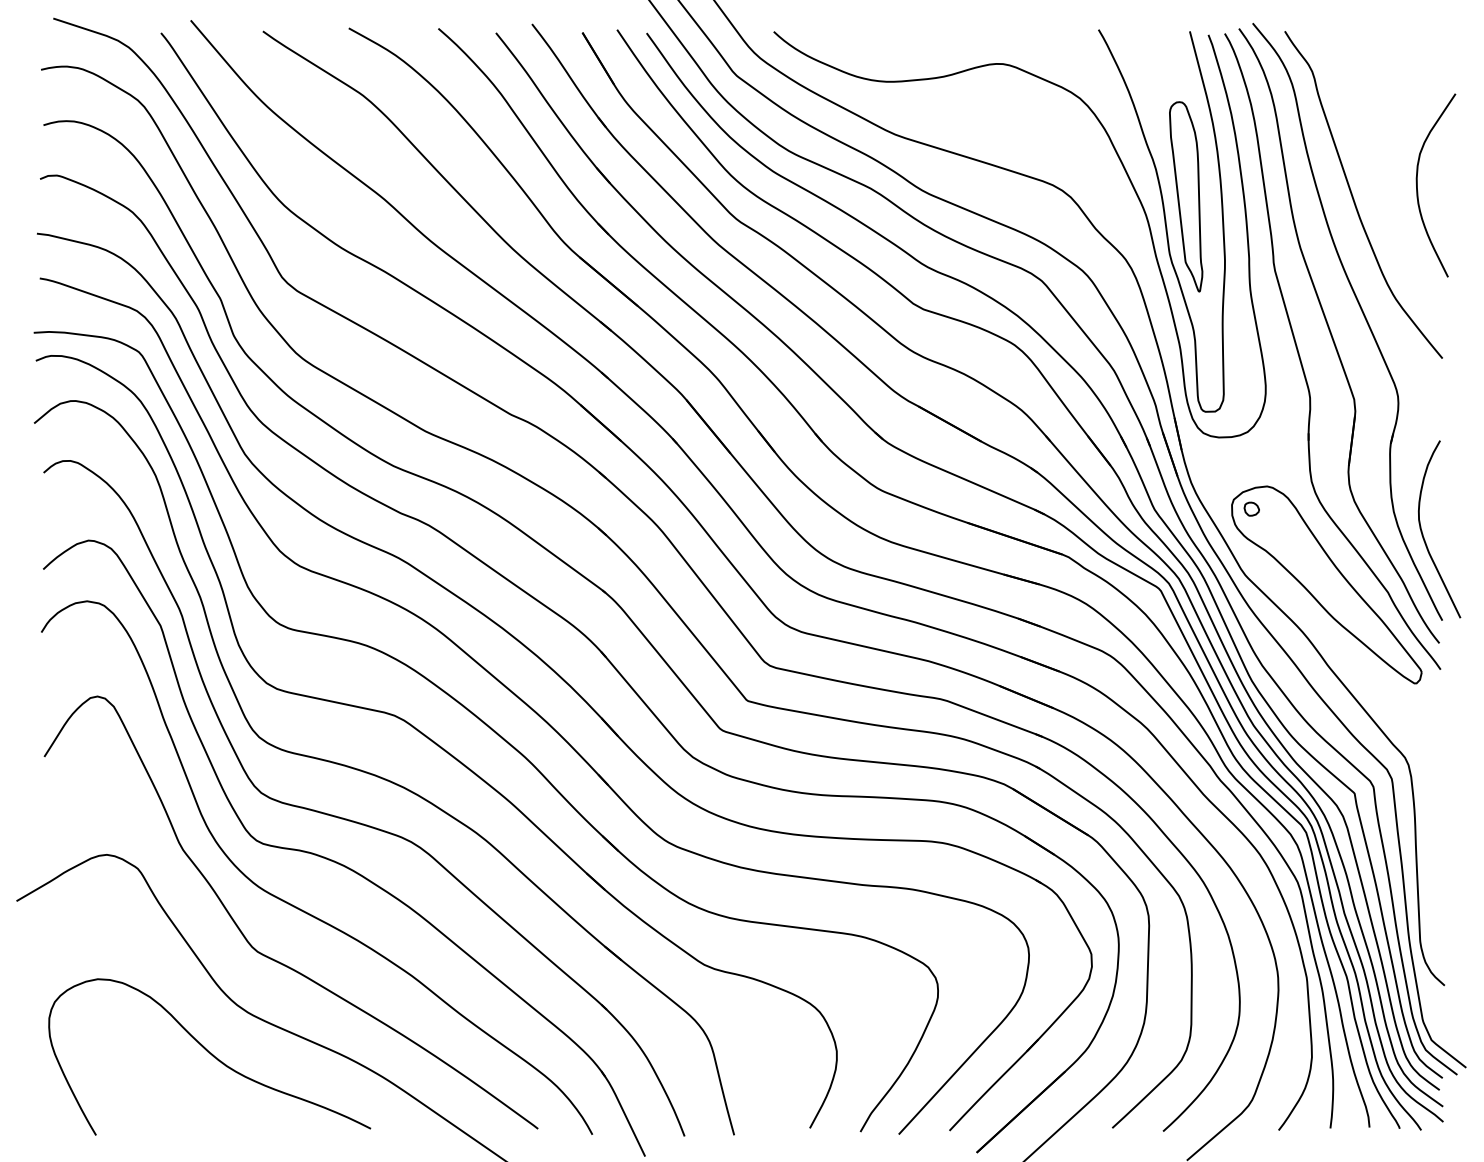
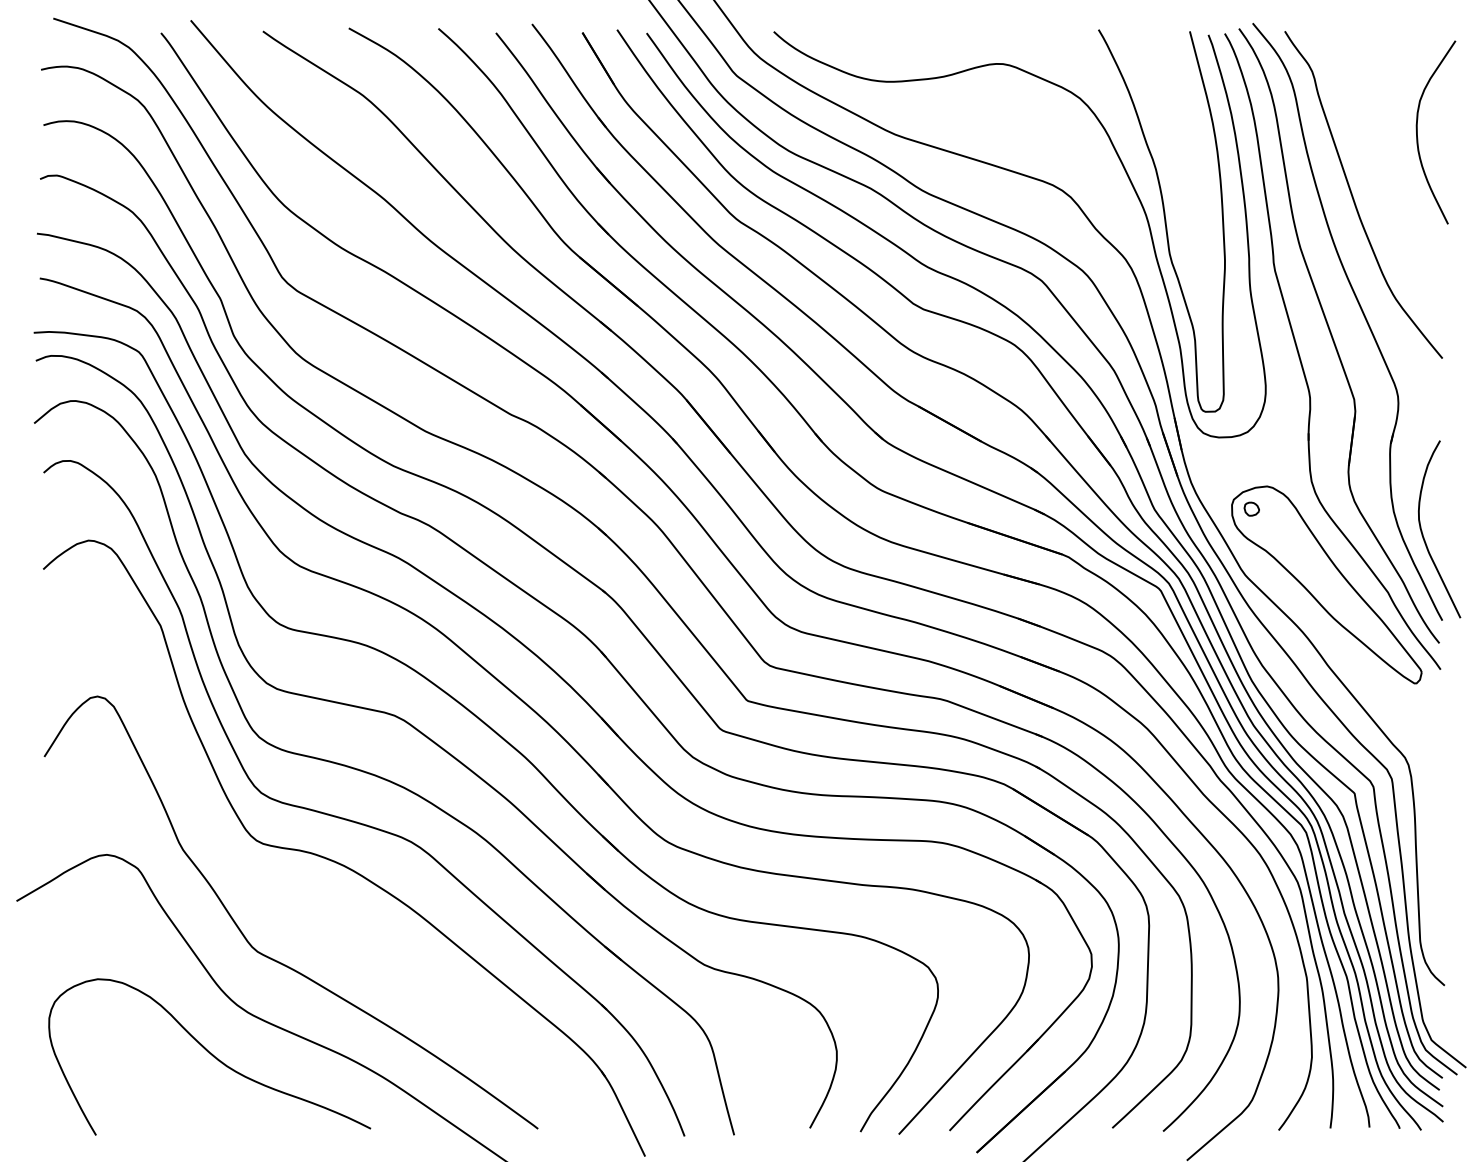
curve at (1417, 185) position: (1417, 185) -> (1417, 132)
part at (1186, 196): present -> none
curve at (298, 907): present -> none
